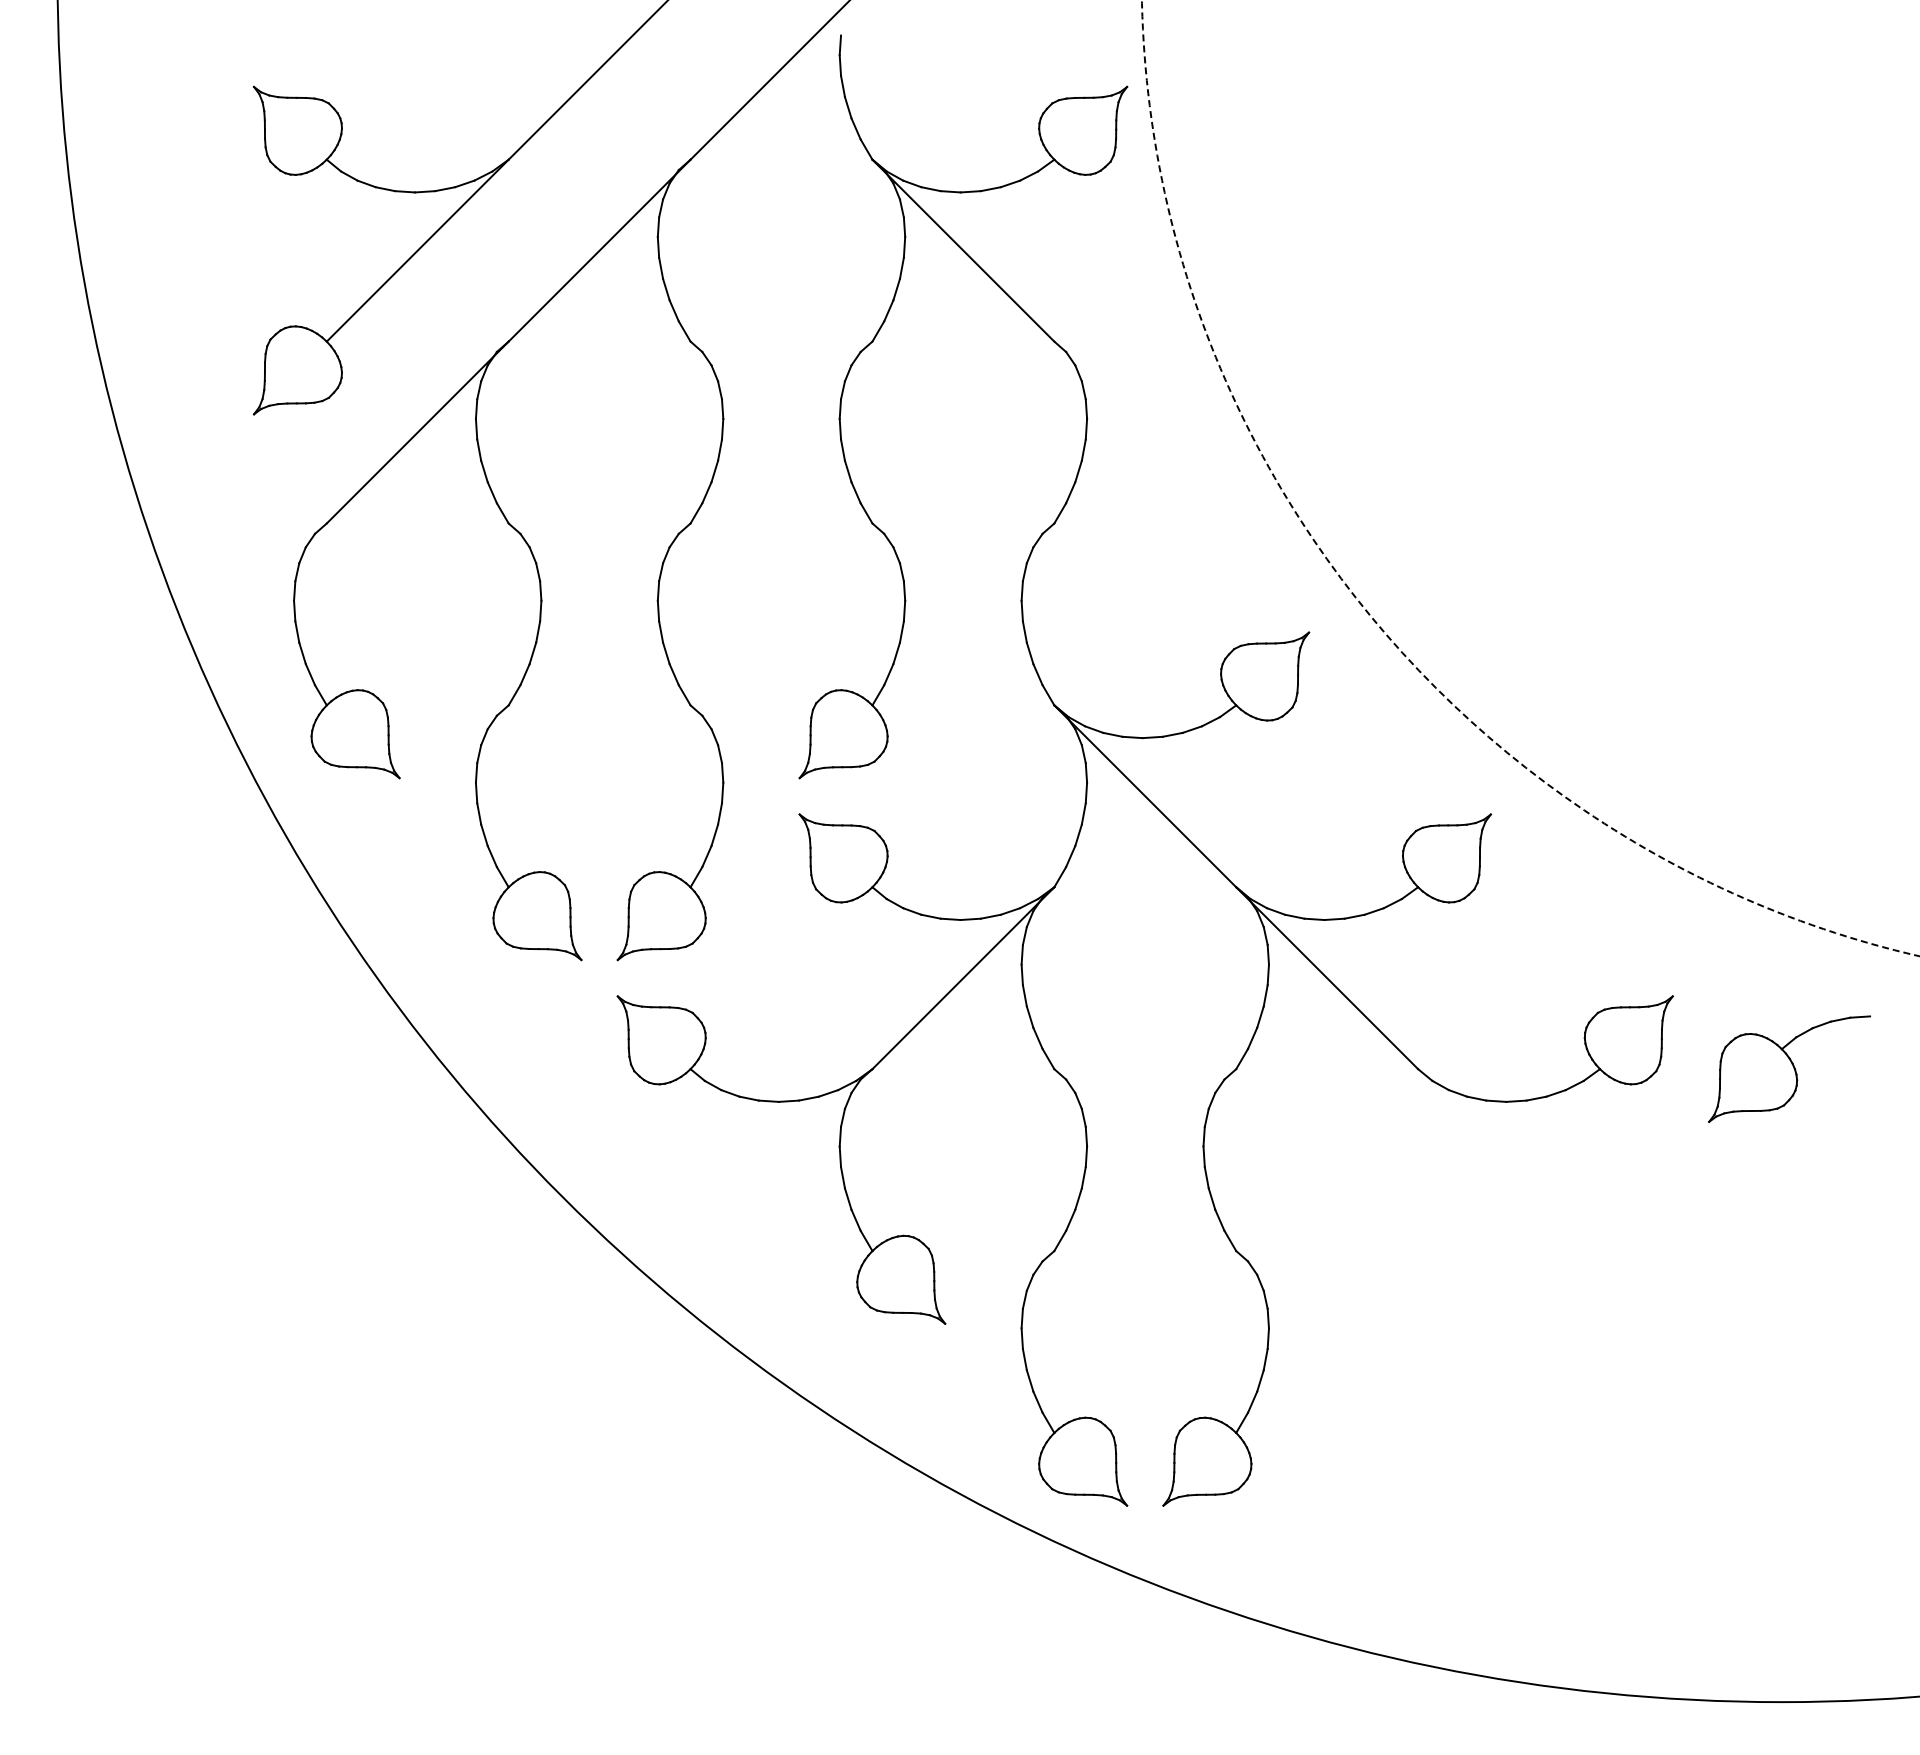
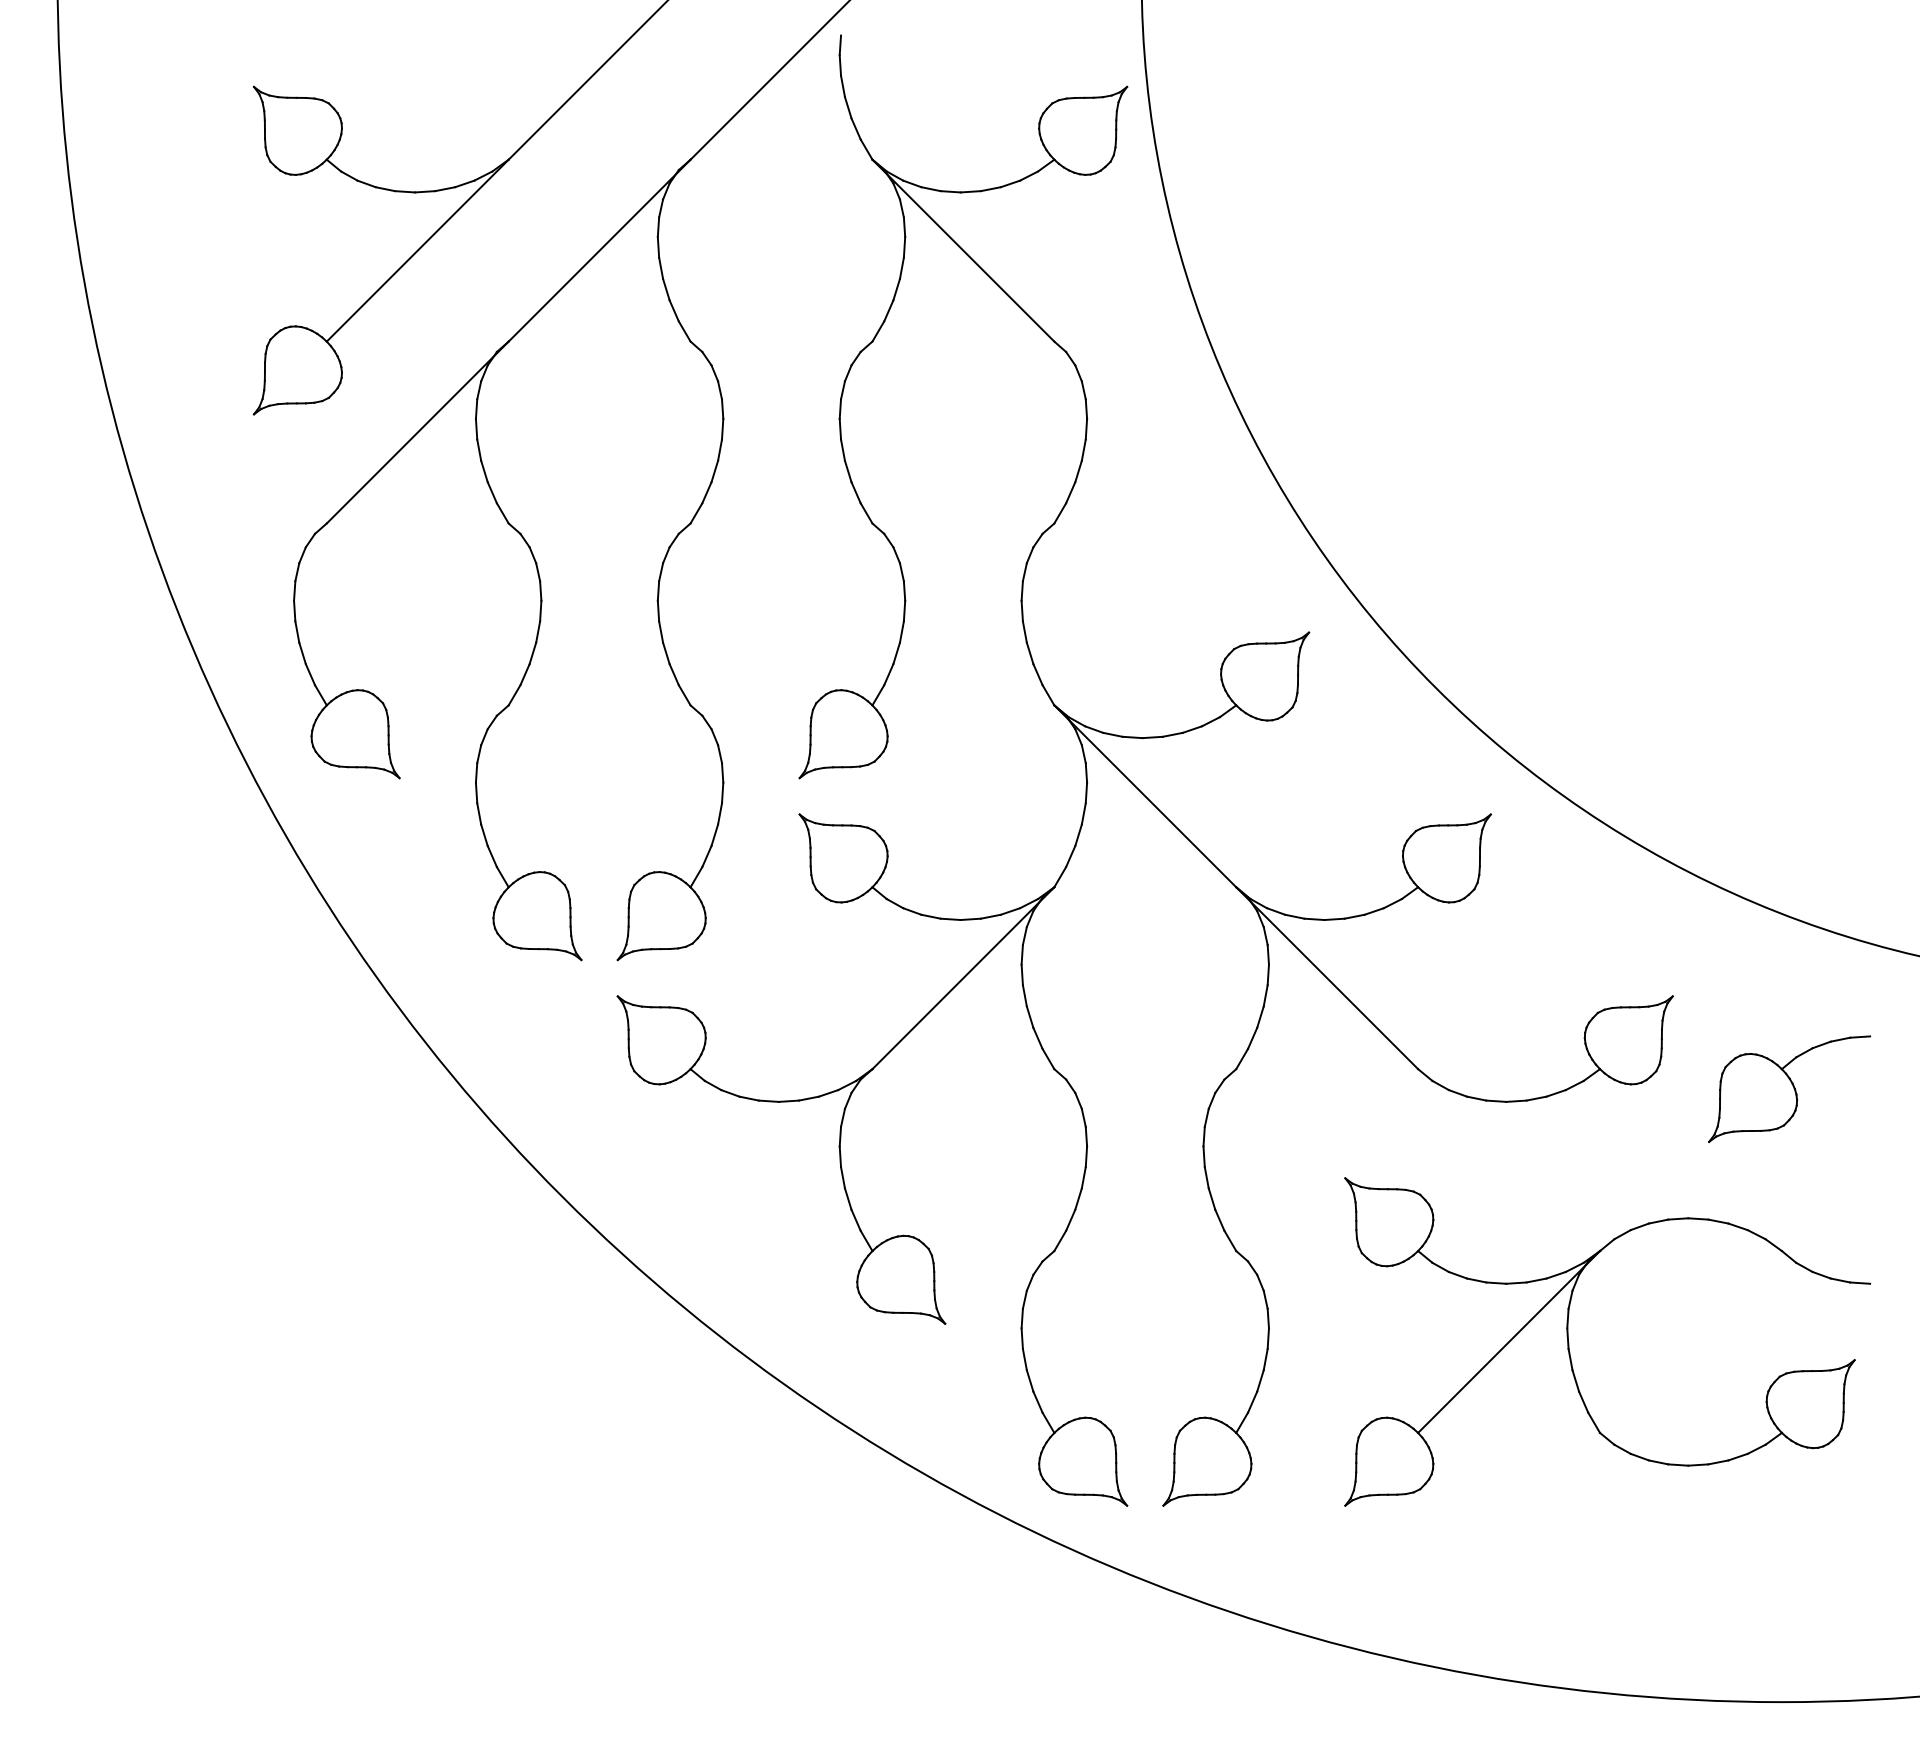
circle at (1530, 478): dashed -> solid
part at (1789, 1068) position: (1789, 1068) -> (1789, 1088)
part at (1569, 1342): none -> present
